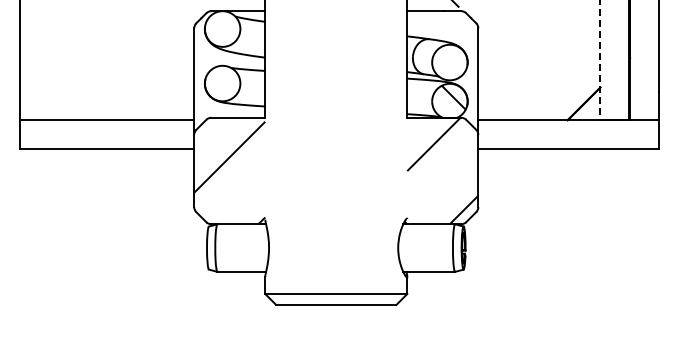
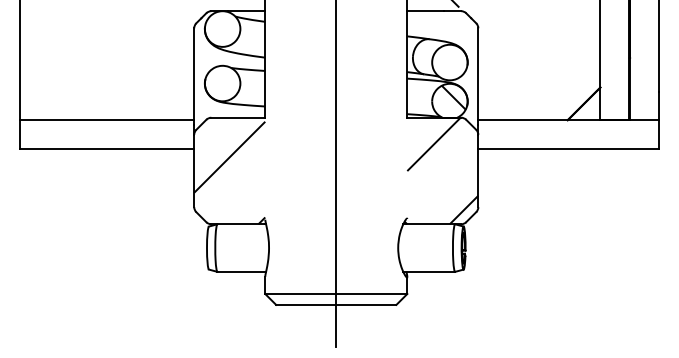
line at (600, 60): dashed -> solid
line at (336, 174): none -> present
